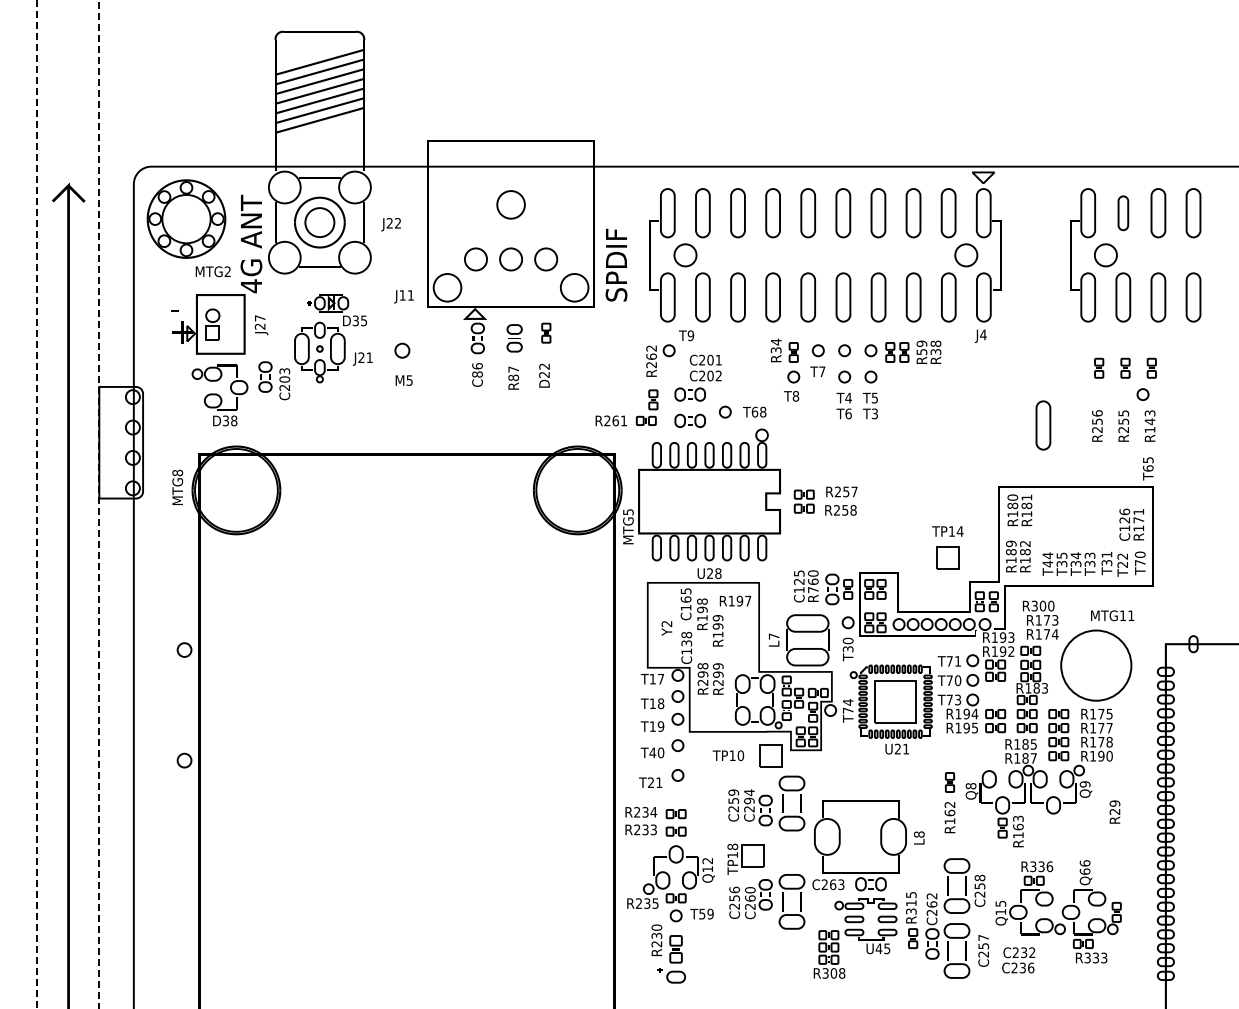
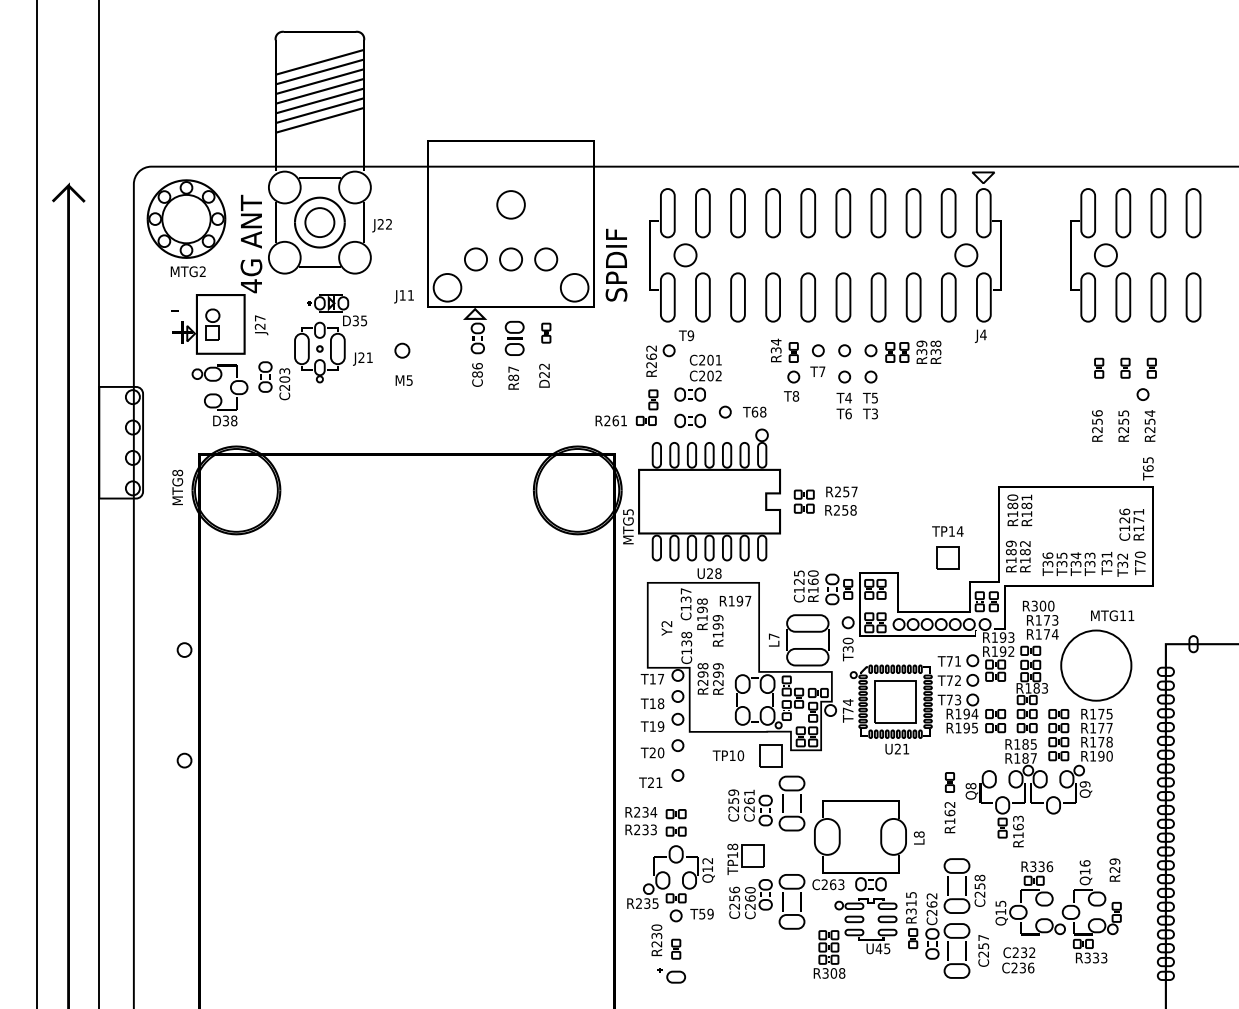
part at (1123, 213) size: 13x37 px -> 17x51 px
text at (390, 224) position: (390, 224) -> (381, 225)
text at (212, 271) position: (212, 271) -> (187, 271)
part at (514, 338) size: 17x29 px -> 21x36 px
text at (920, 351): R59 -> R39
text at (1149, 421): R143 -> R254
part at (1043, 425): present -> none
line at (37, 504): dashed -> solid
line at (99, 504): dashed -> solid
text at (1047, 559): T44 -> T36
text at (1122, 564): T22 -> T32
text at (813, 590): R760 -> R160
text at (685, 595): C165 -> C137
text at (957, 680): T70 -> T72
text at (652, 752): T40 -> T20
text at (749, 796): C294 -> C261
text at (1114, 811) position: (1114, 811) -> (1114, 869)
text at (1084, 871): Q66 -> Q16
part at (675, 949) size: 14x29 px -> 11x22 px
